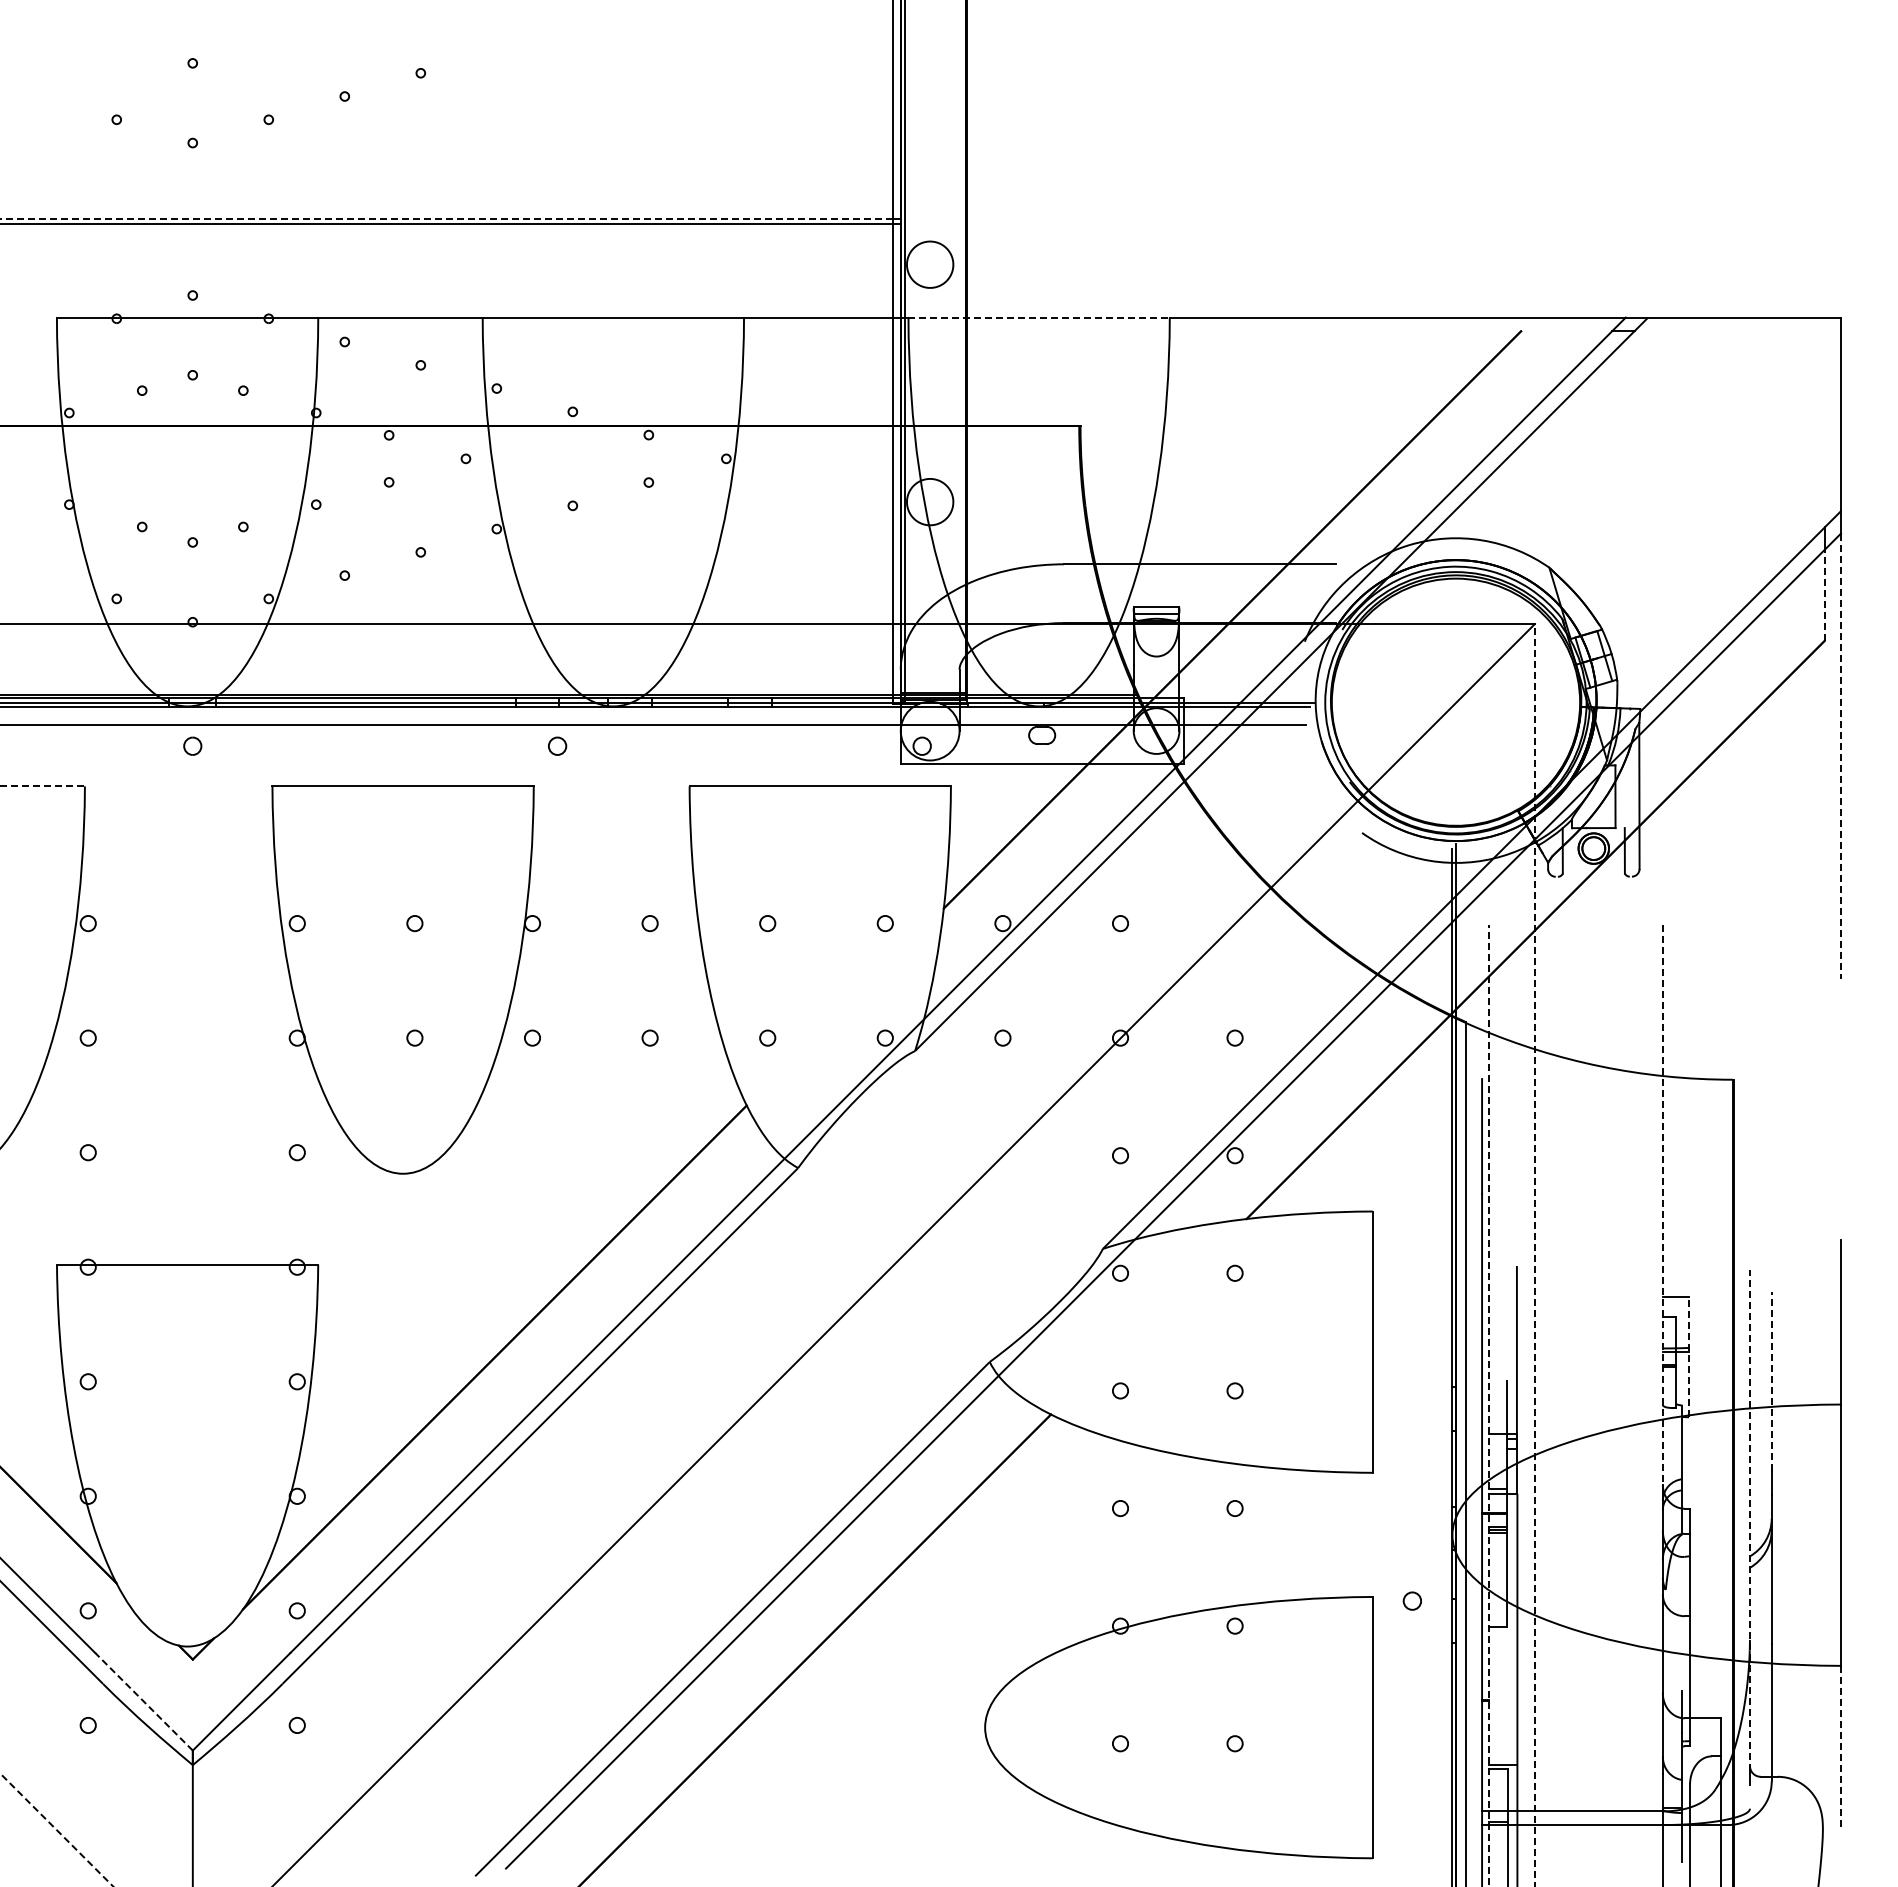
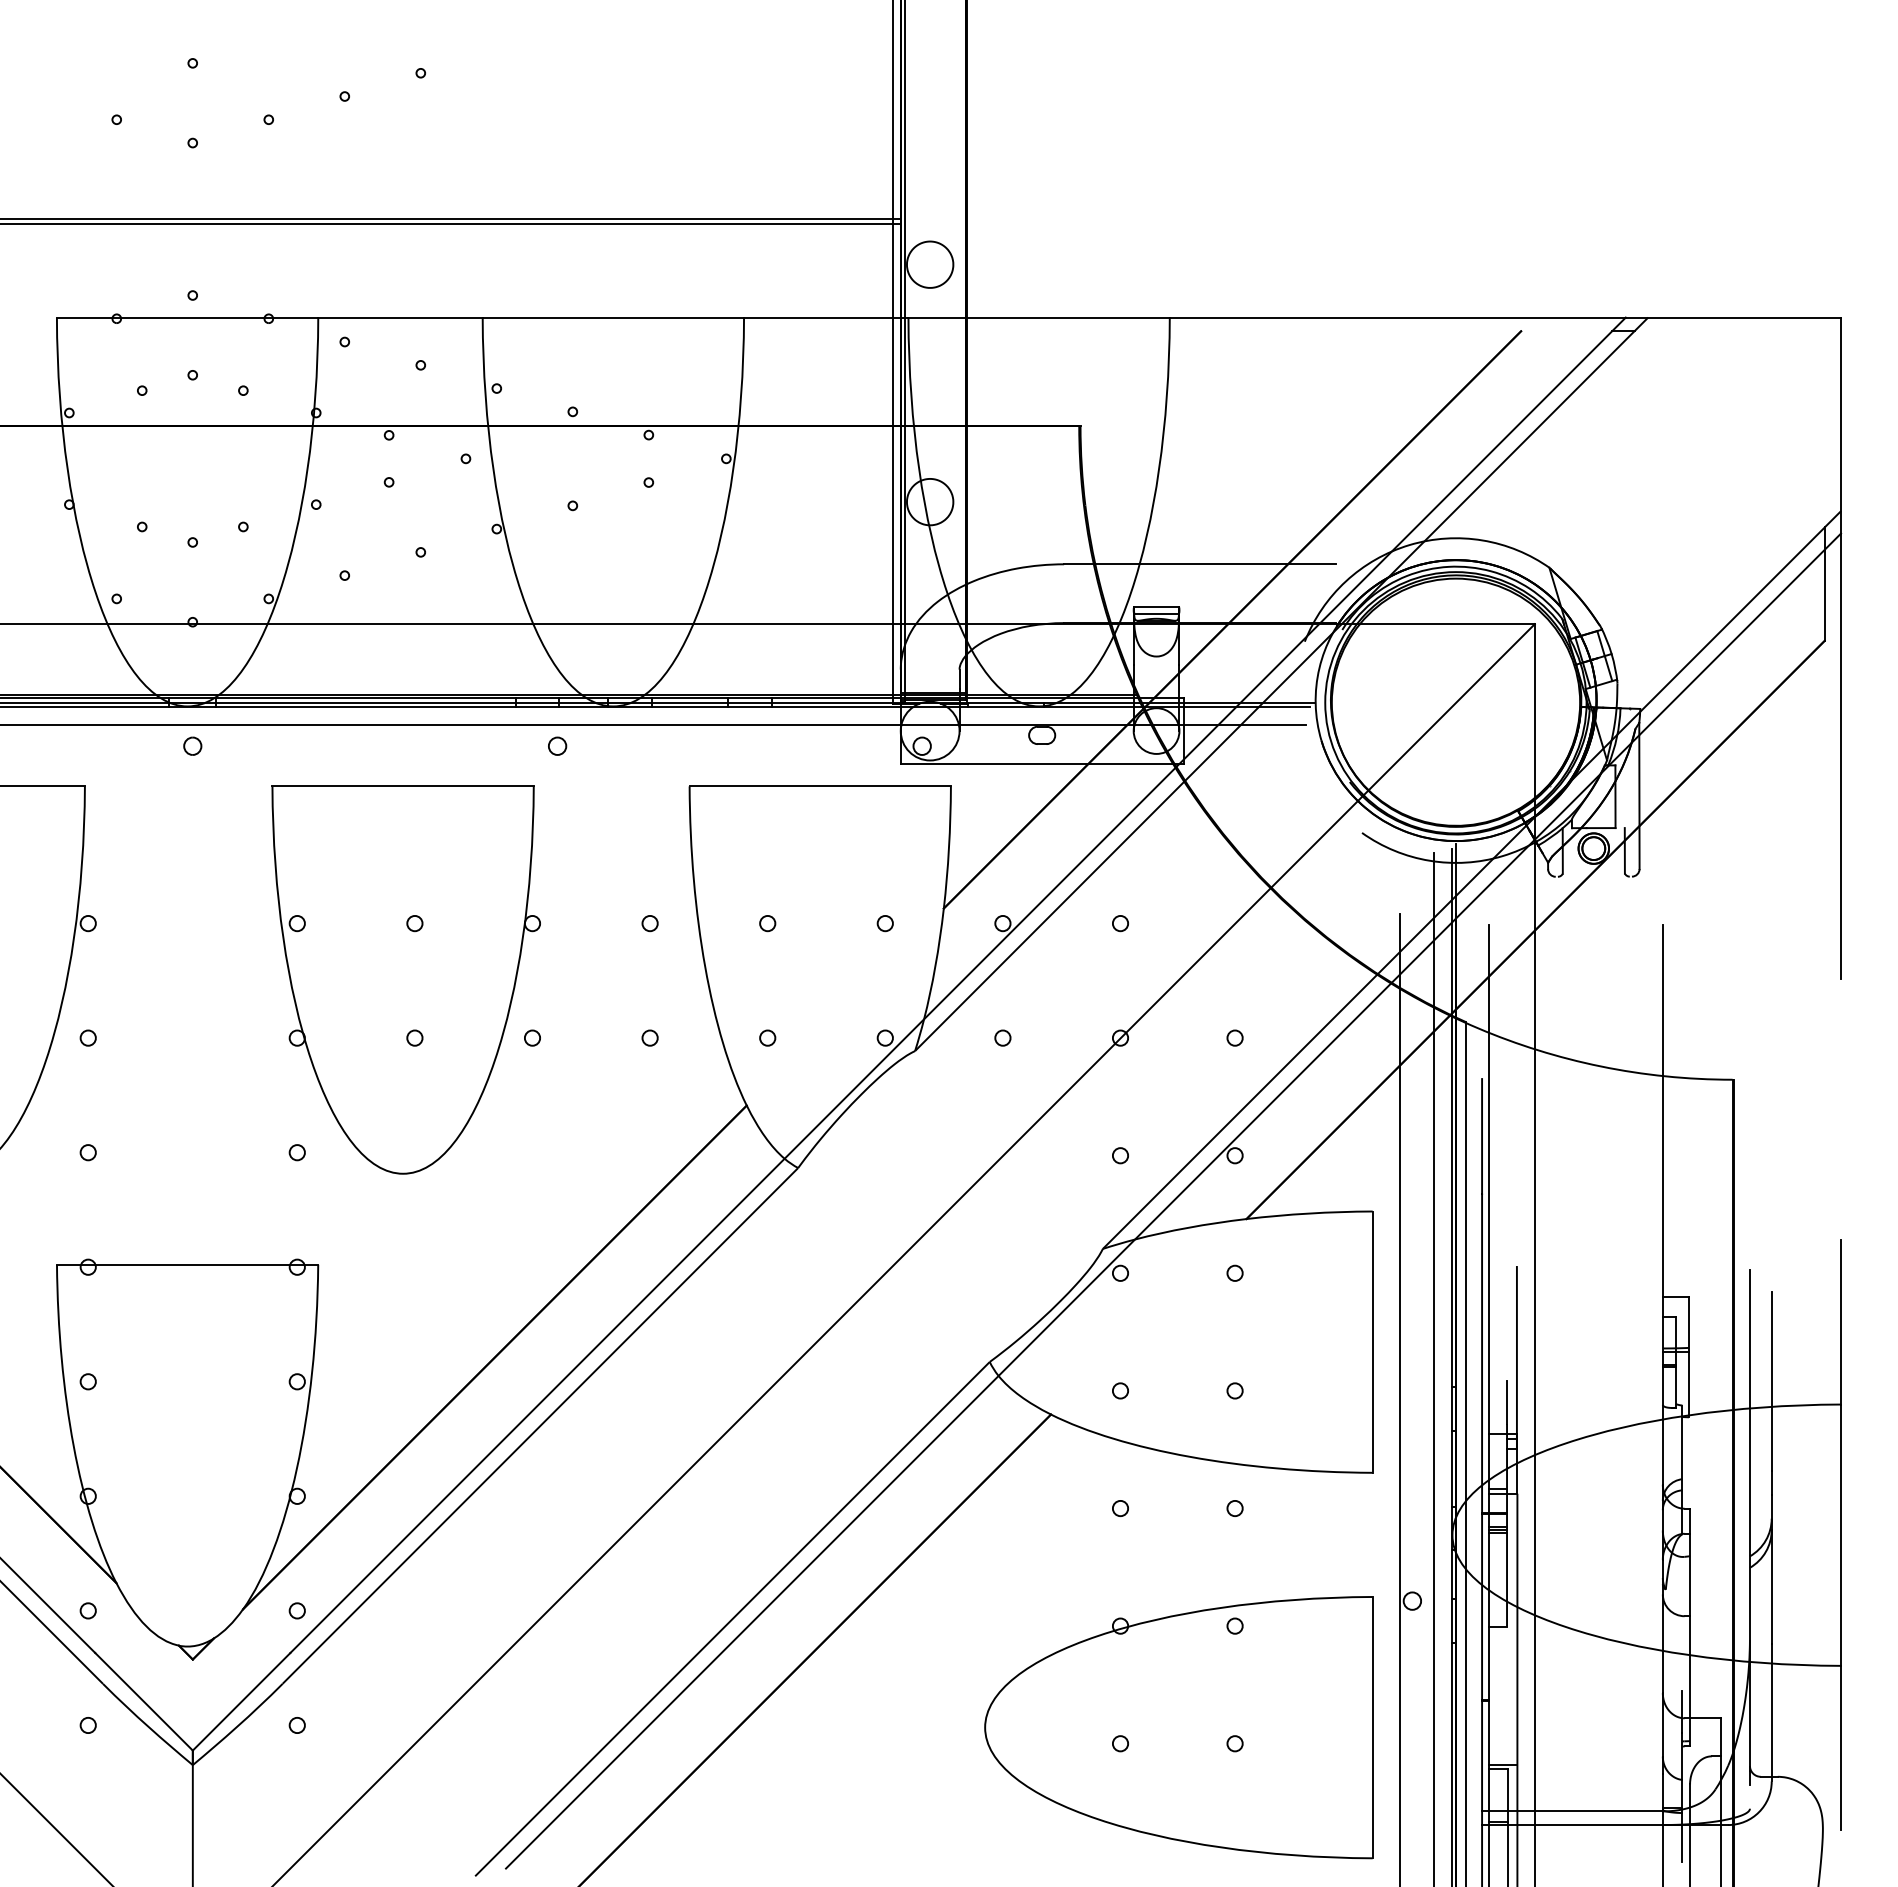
line at (446, 219): dashed -> solid
line at (1039, 317): dashed -> solid
line at (1824, 595): dashed -> solid
line at (1841, 756): dashed -> solid
line at (43, 786): dashed -> solid
line at (1662, 1204): dashed -> solid
line at (1534, 1255): dashed -> solid
line at (1688, 1356): dashed -> solid
line at (1434, 1368): none -> present
line at (1771, 1381): dashed -> solid
line at (1400, 1398): none -> present
line at (1488, 1405): dashed -> solid
line at (1749, 1520): dashed -> solid
line at (144, 1701): dashed -> solid
line at (1841, 1748): dashed -> solid
line at (57, 1830): dashed -> solid
